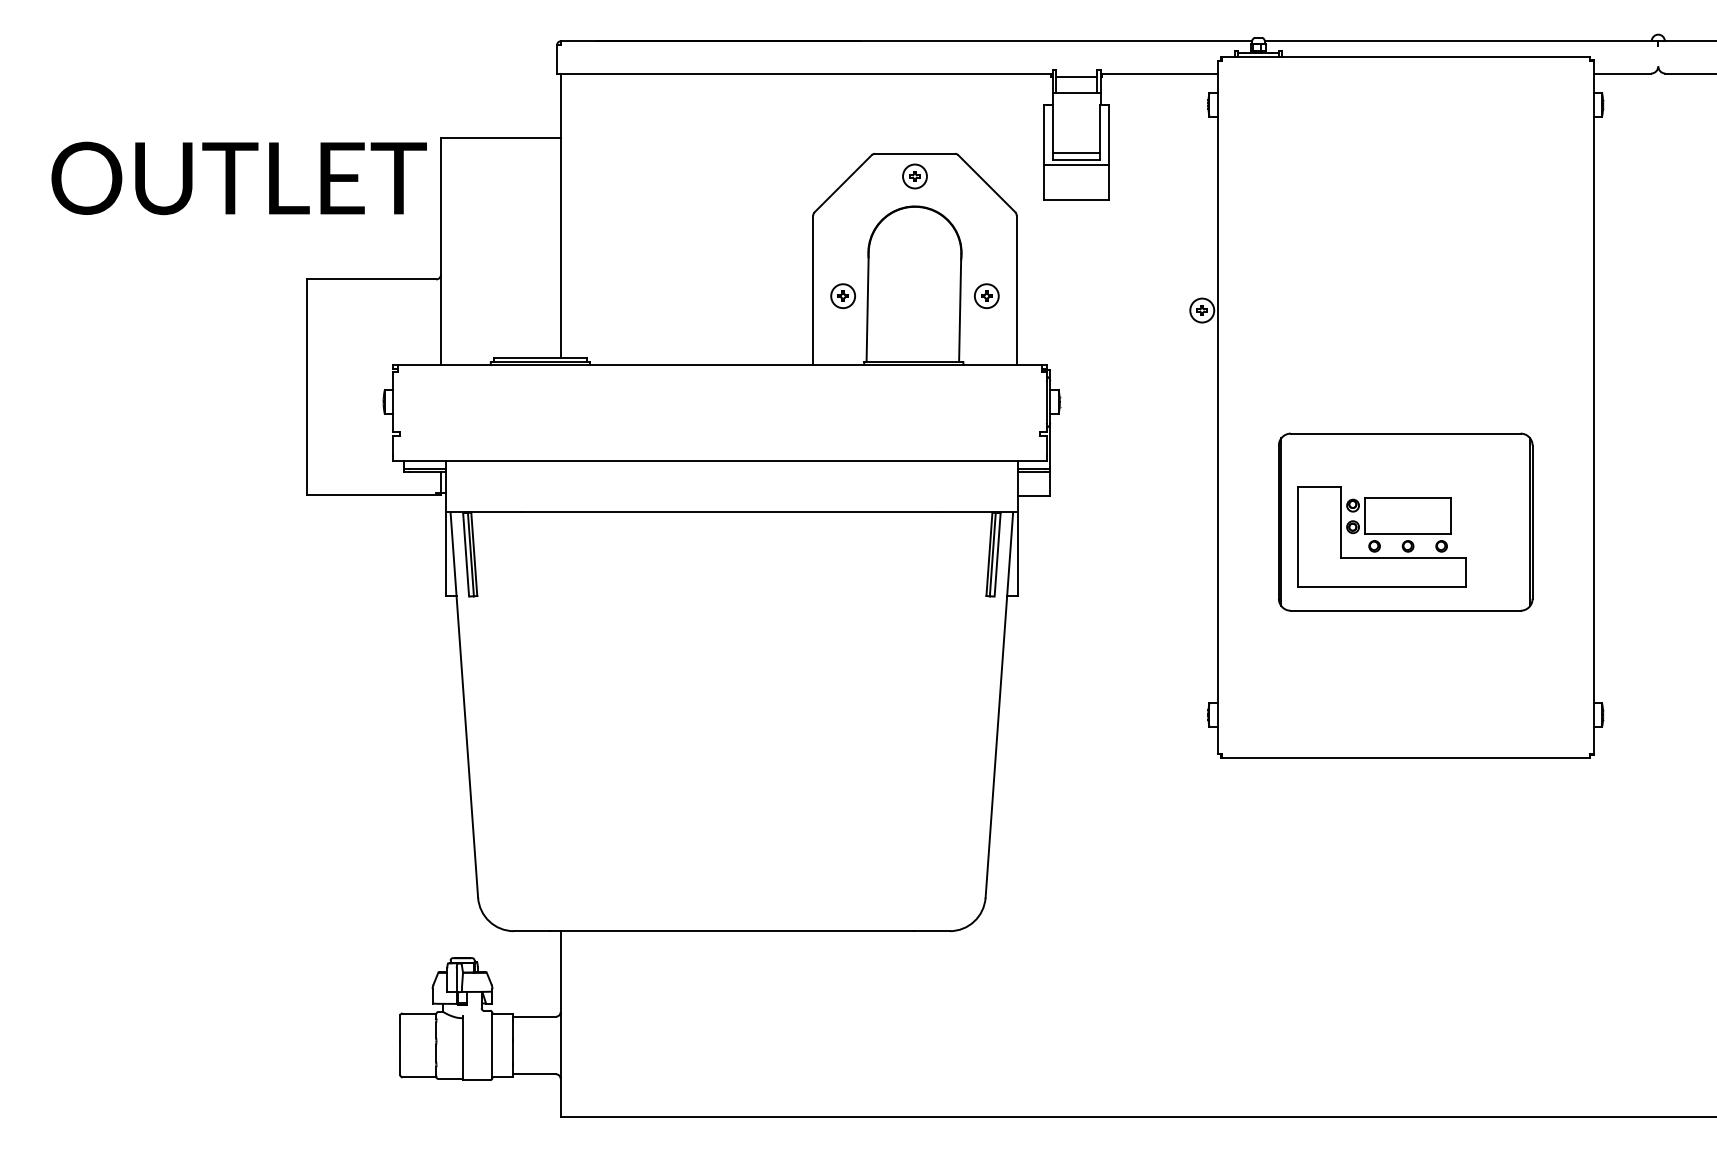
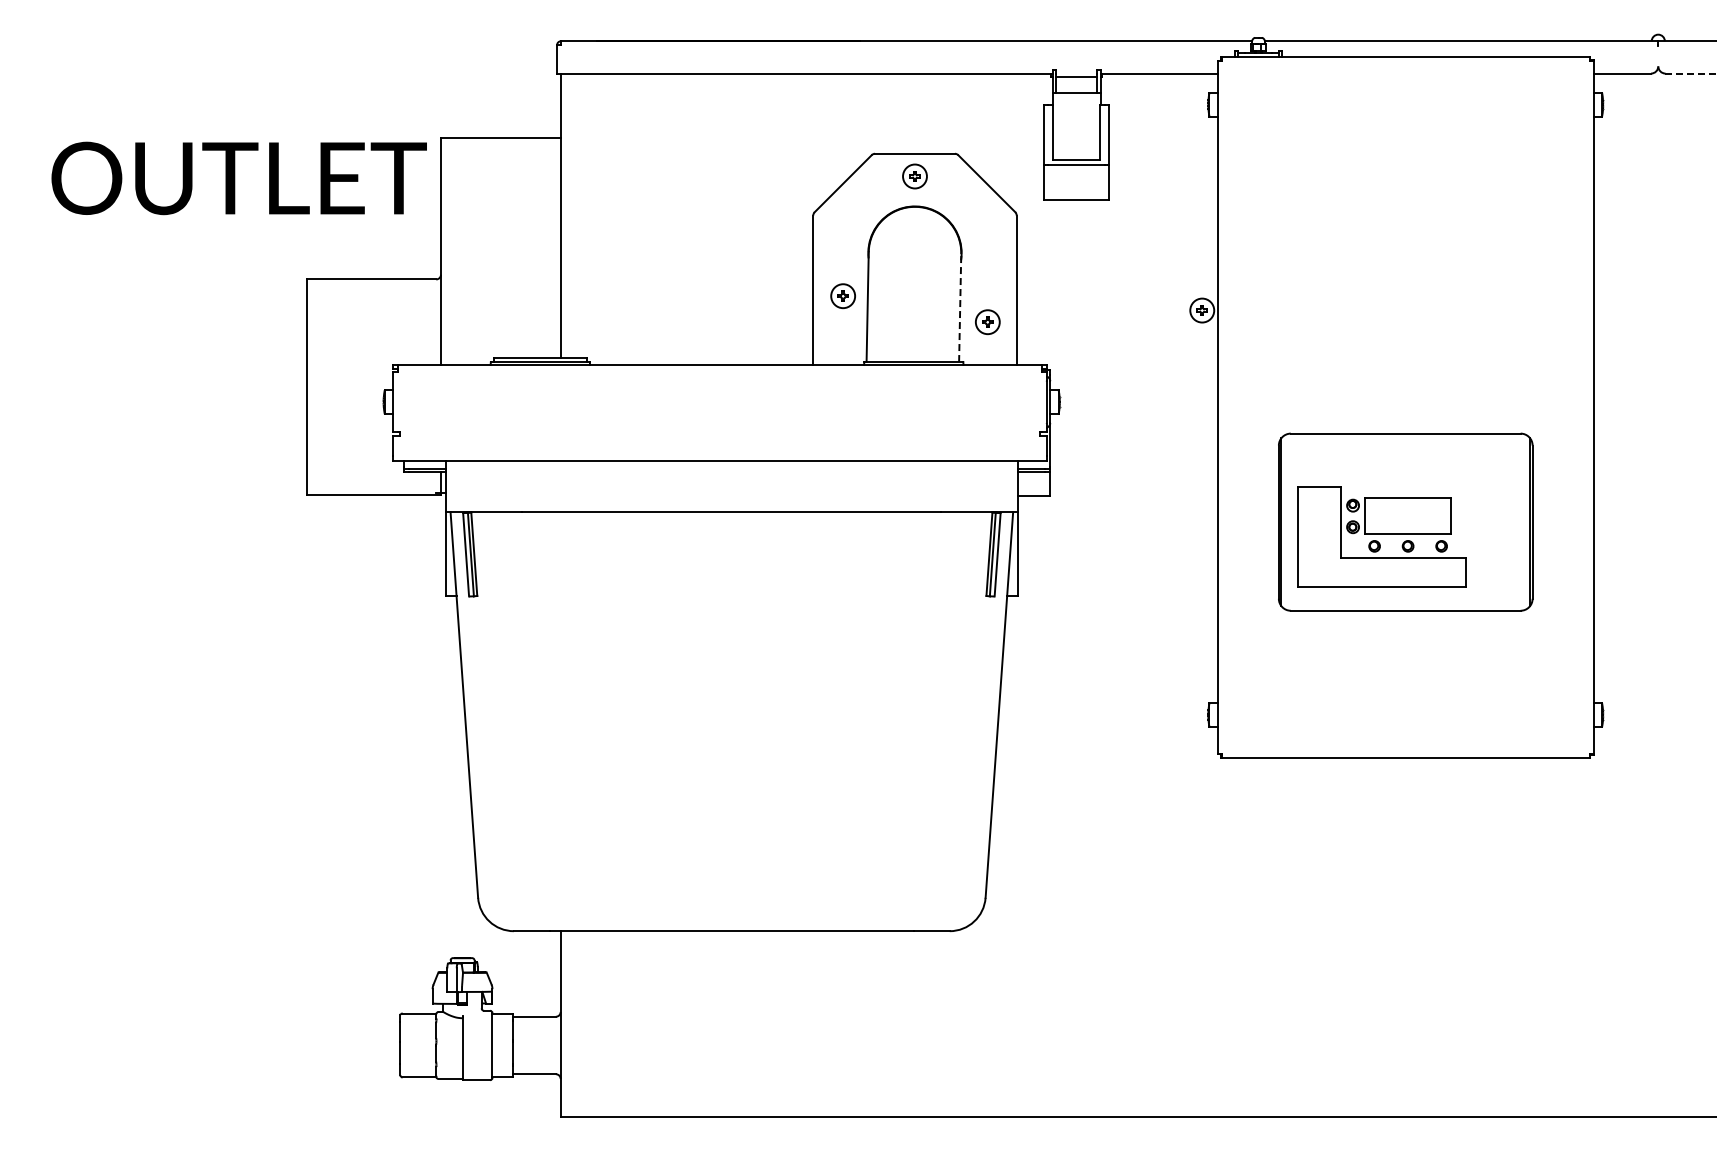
line at (1691, 73): solid -> dashed
line at (1076, 152): present -> none
part at (986, 296) position: (986, 296) -> (987, 322)
line at (960, 308): solid -> dashed
